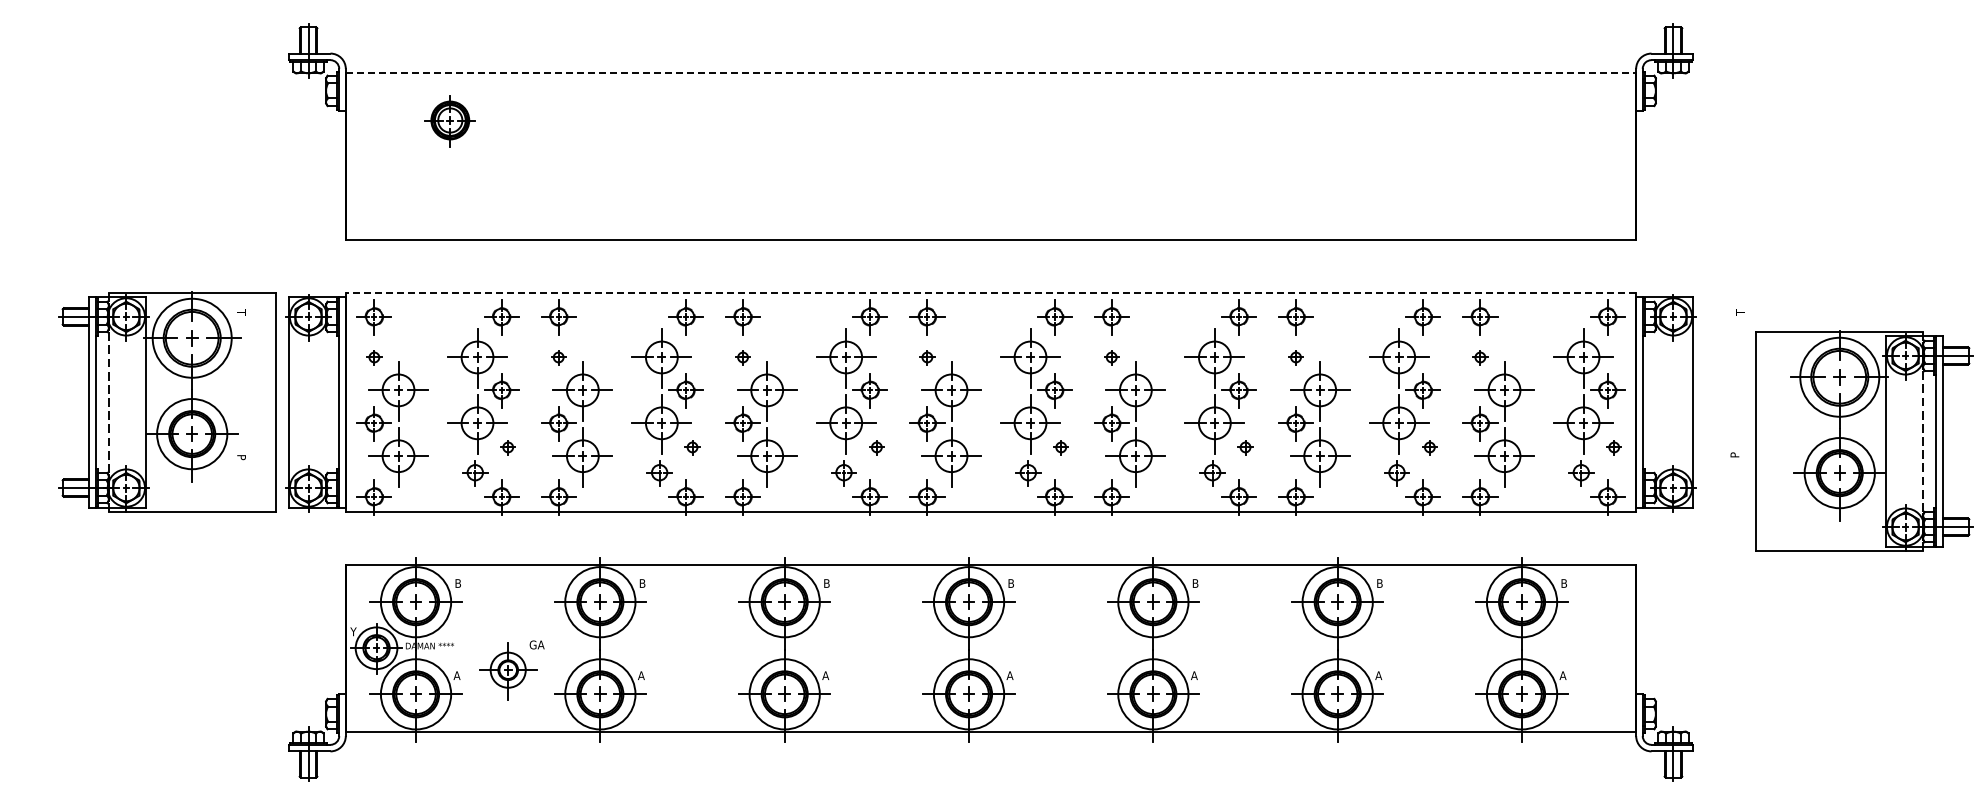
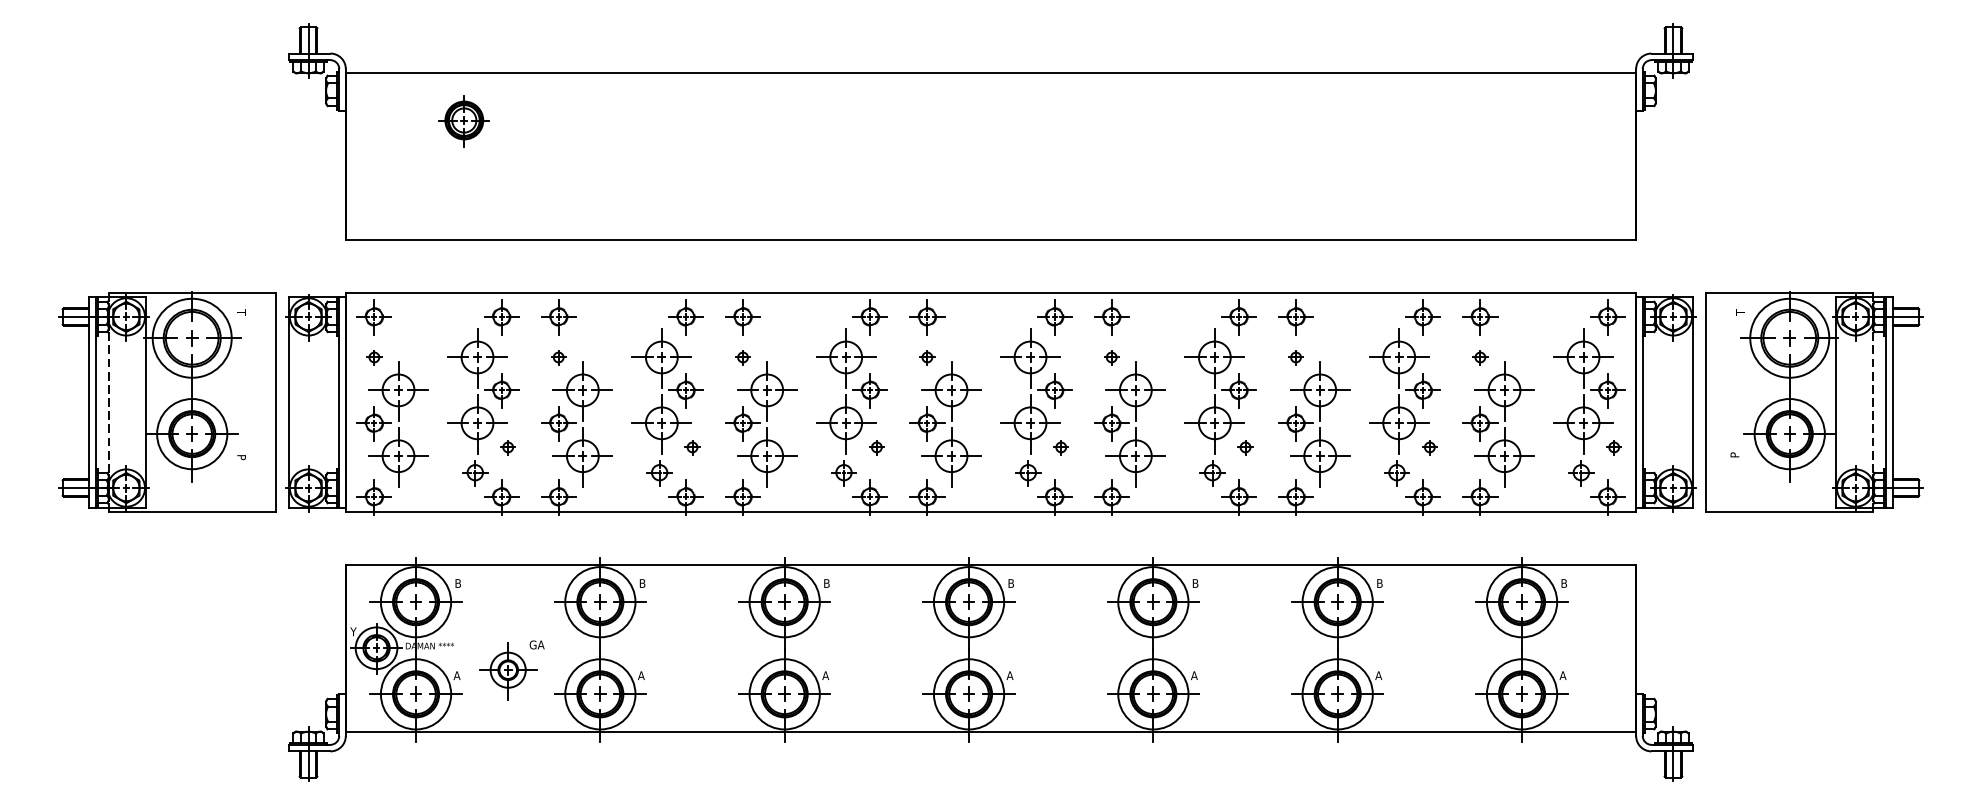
line at (991, 73): dashed -> solid
part at (449, 121) position: (449, 121) -> (463, 121)
line at (990, 292): dashed -> solid
part at (1864, 440) position: (1864, 440) -> (1814, 401)
